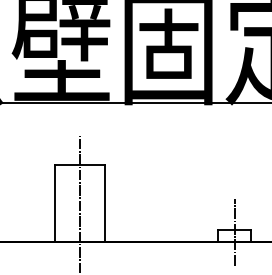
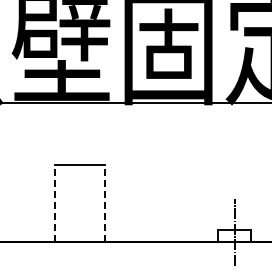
line at (79, 202): present -> none
line at (54, 203): solid -> dashed
line at (104, 203): solid -> dashed
